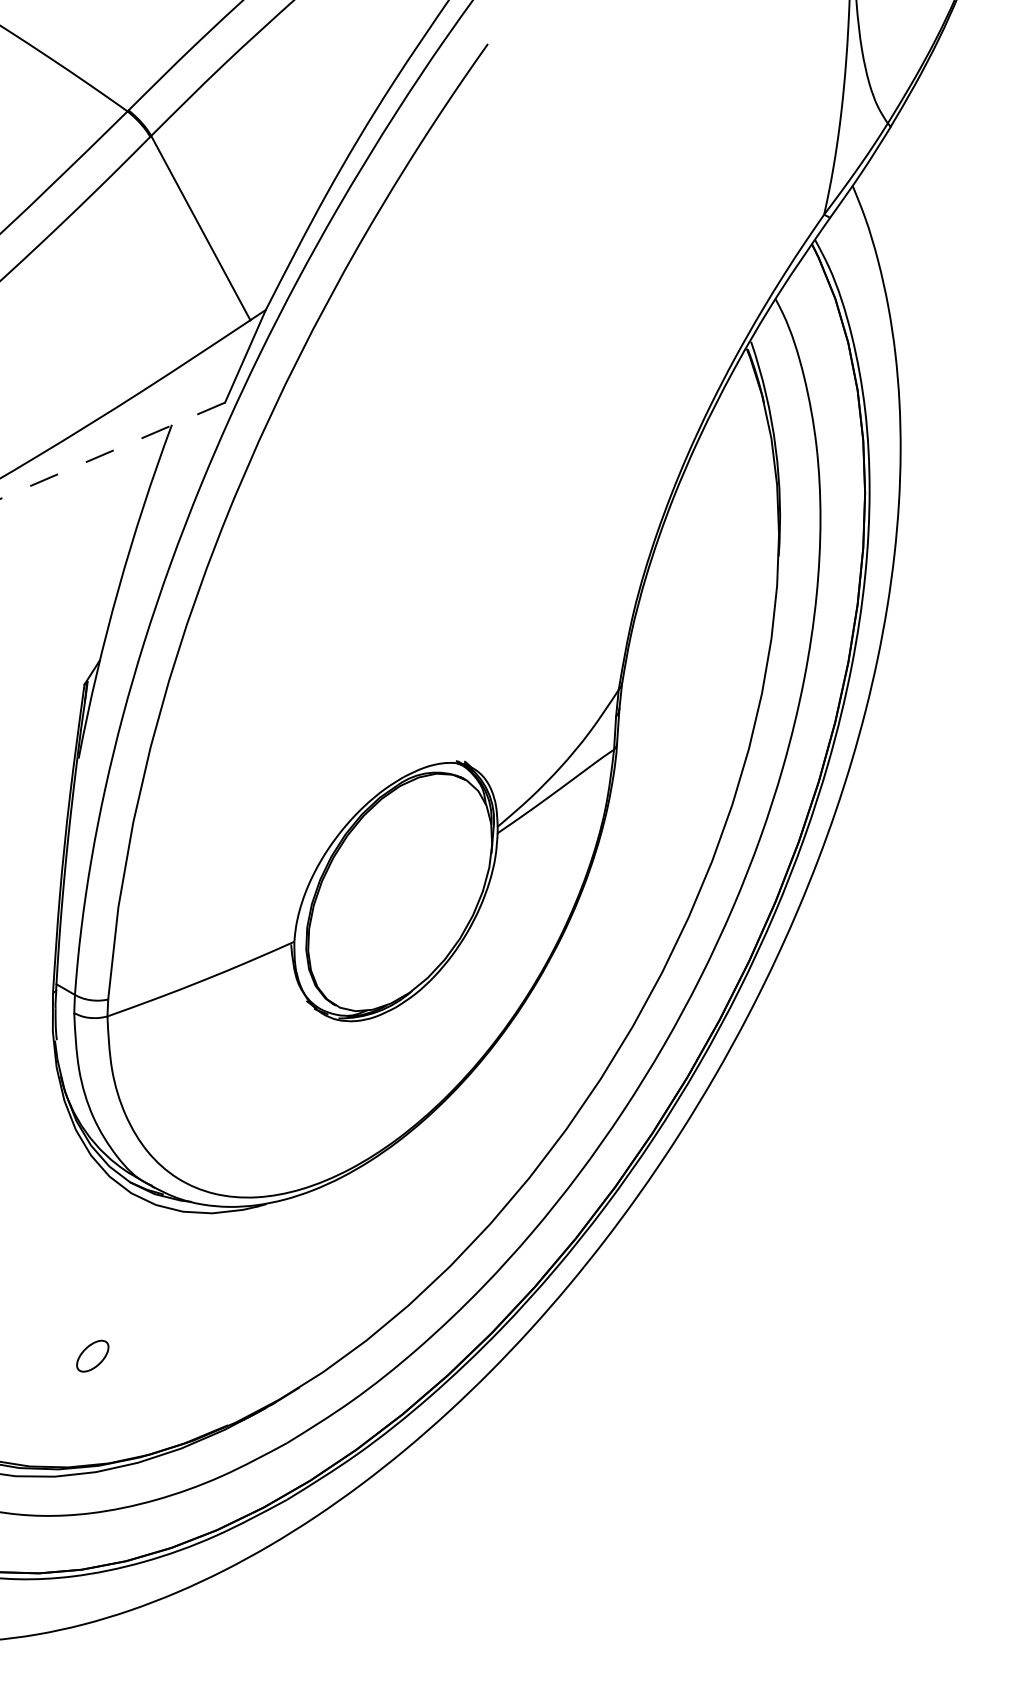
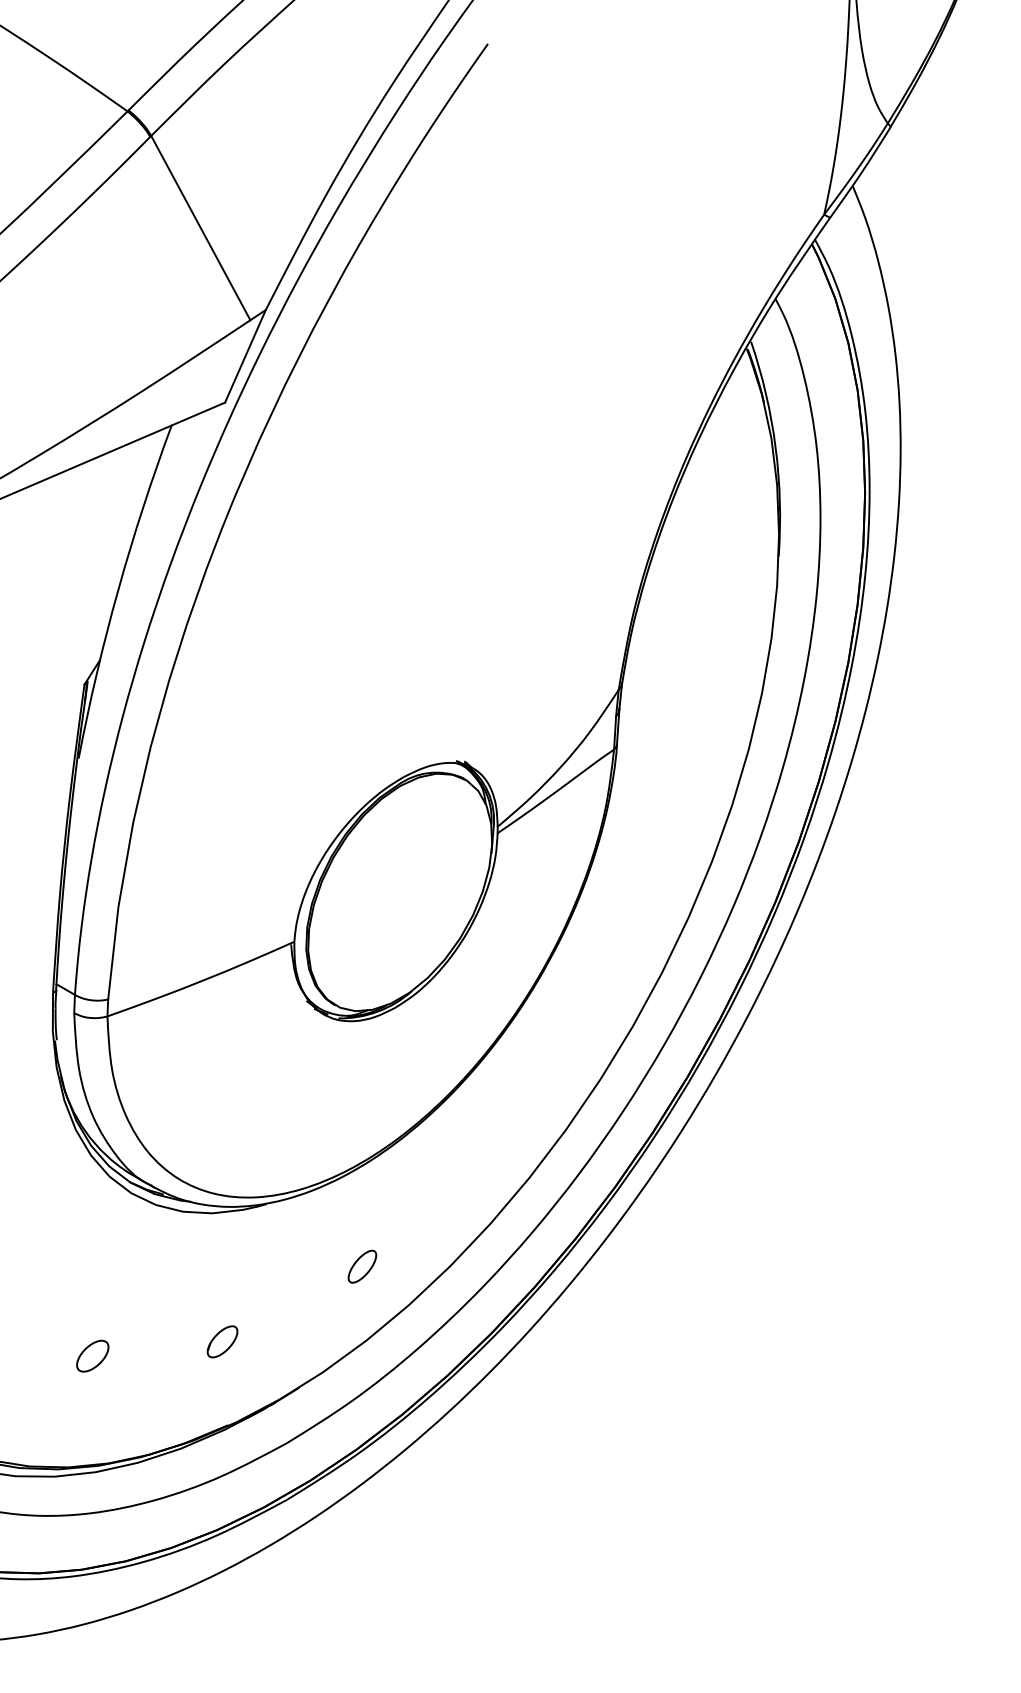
line at (112, 451): dashed -> solid
part at (362, 1266): none -> present
part at (222, 1341): none -> present
